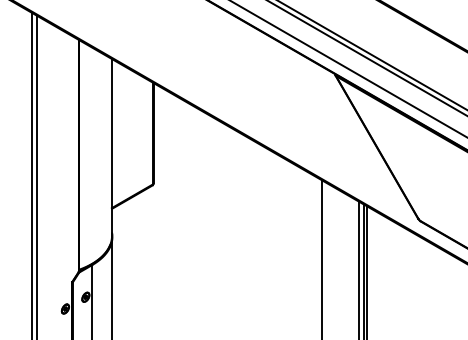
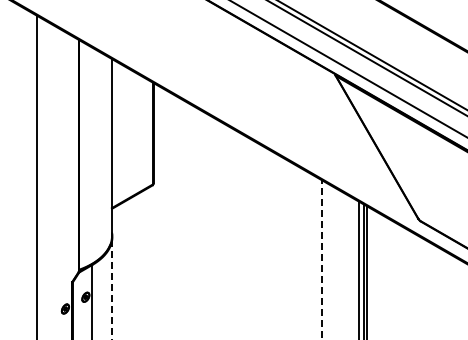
line at (32, 174): present -> none
line at (321, 259): solid -> dashed
line at (112, 287): solid -> dashed
